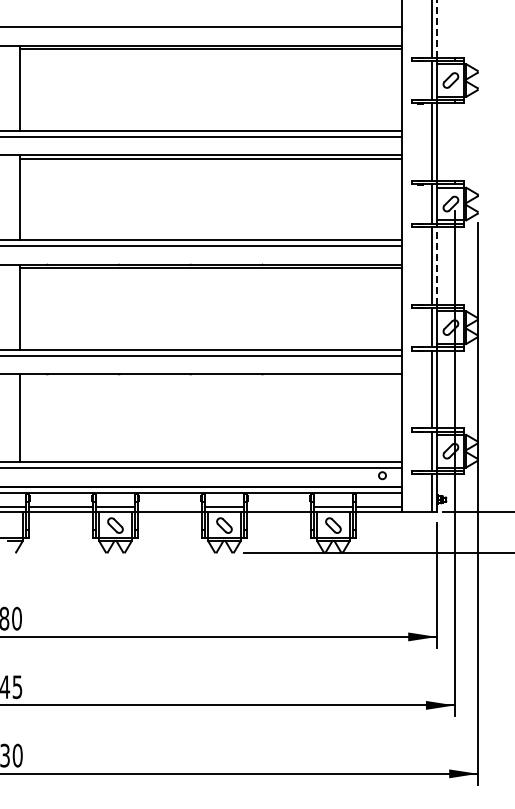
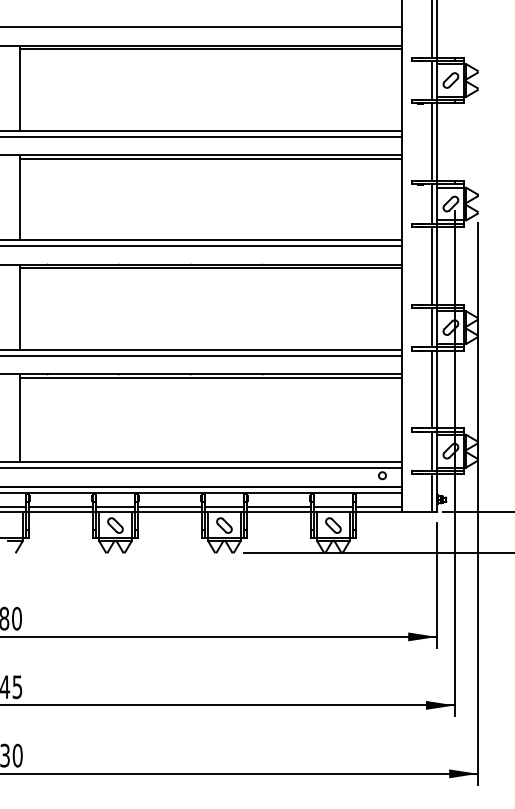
line at (436, 28): dashed -> solid
line at (436, 265): dashed -> solid
line at (210, 377): none -> present
line at (169, 506): none -> present
line at (278, 506): none -> present
